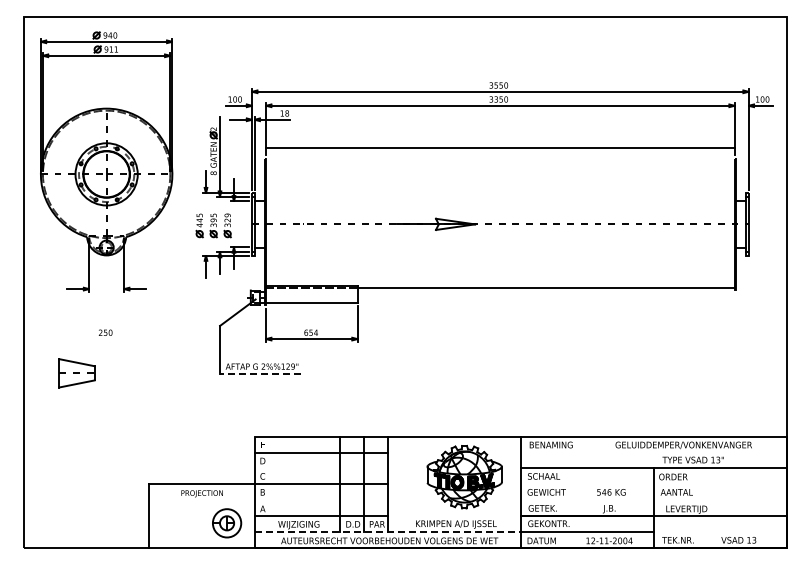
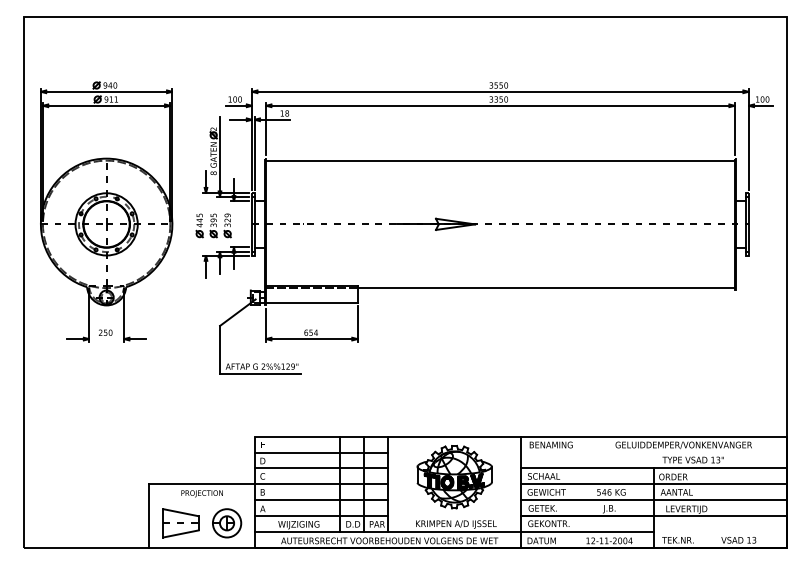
line at (500, 147) position: (500, 147) -> (500, 160)
part at (106, 161) position: (106, 161) -> (106, 211)
part at (76, 373) position: (76, 373) -> (180, 523)
line at (259, 374): dashed -> solid
line at (321, 468): none -> present
part at (464, 477) position: (464, 477) -> (454, 477)
line at (653, 484): none -> present
line at (321, 500): none -> present
line at (653, 500): none -> present
line at (388, 532): dashed -> solid
